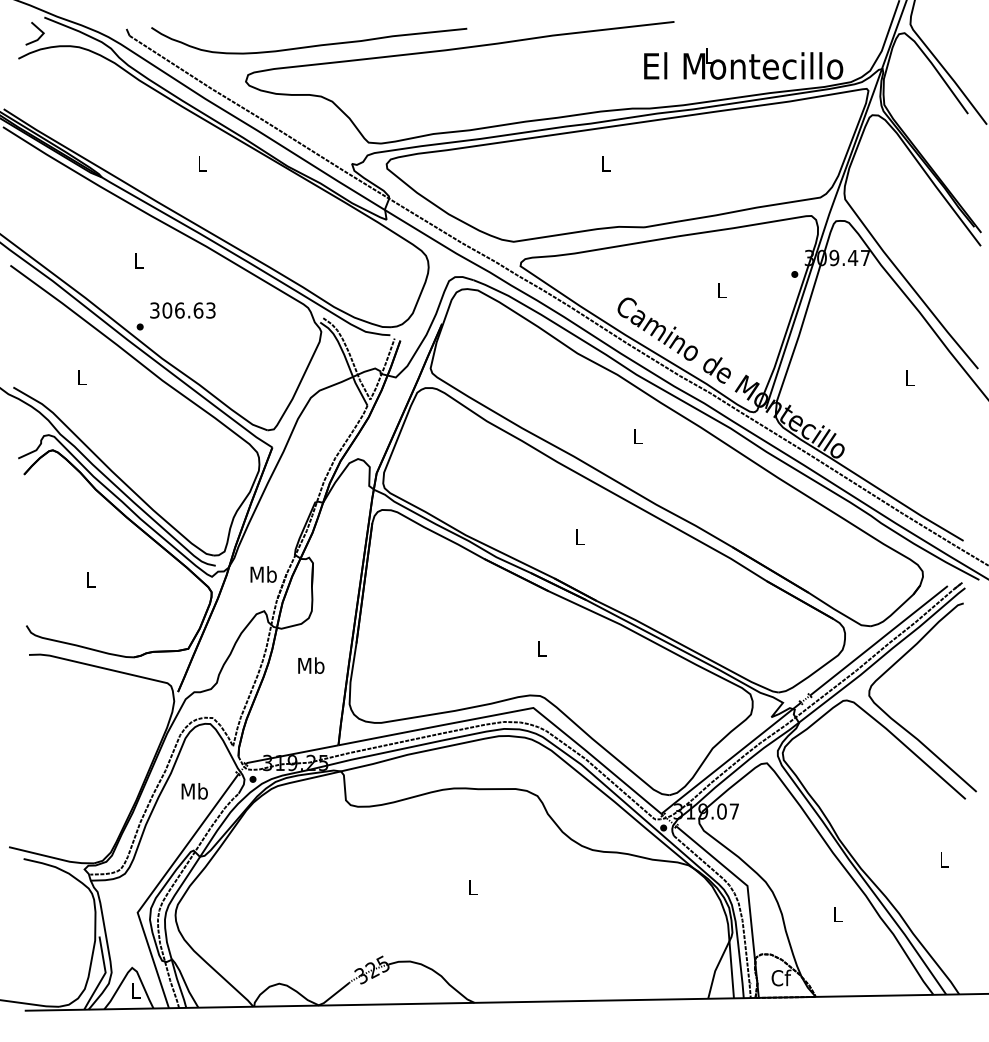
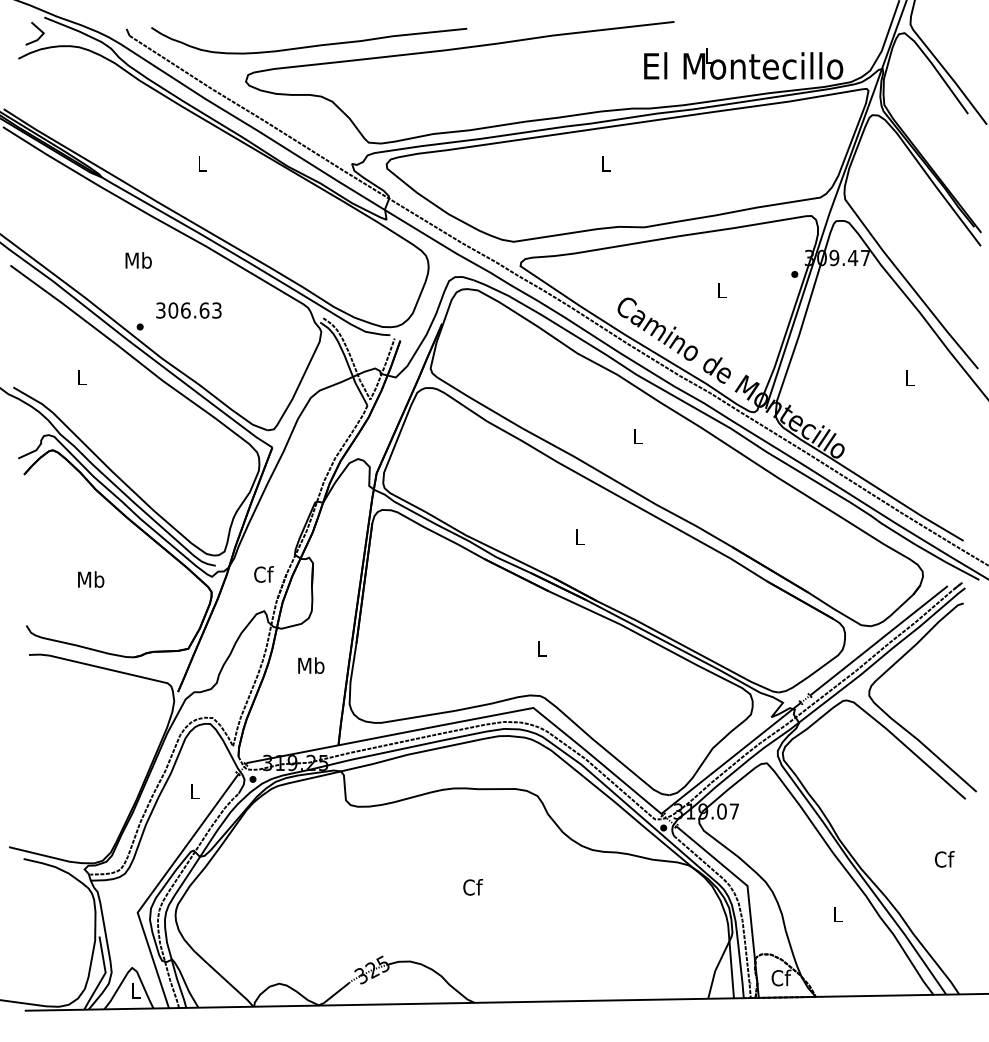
text at (138, 260): L -> Mb
text at (182, 310) position: (182, 310) -> (188, 310)
text at (263, 574): Mb -> Cf
text at (91, 579): L -> Mb
text at (194, 791): Mb -> L
text at (944, 859): L -> Cf
text at (473, 887): L -> Cf
